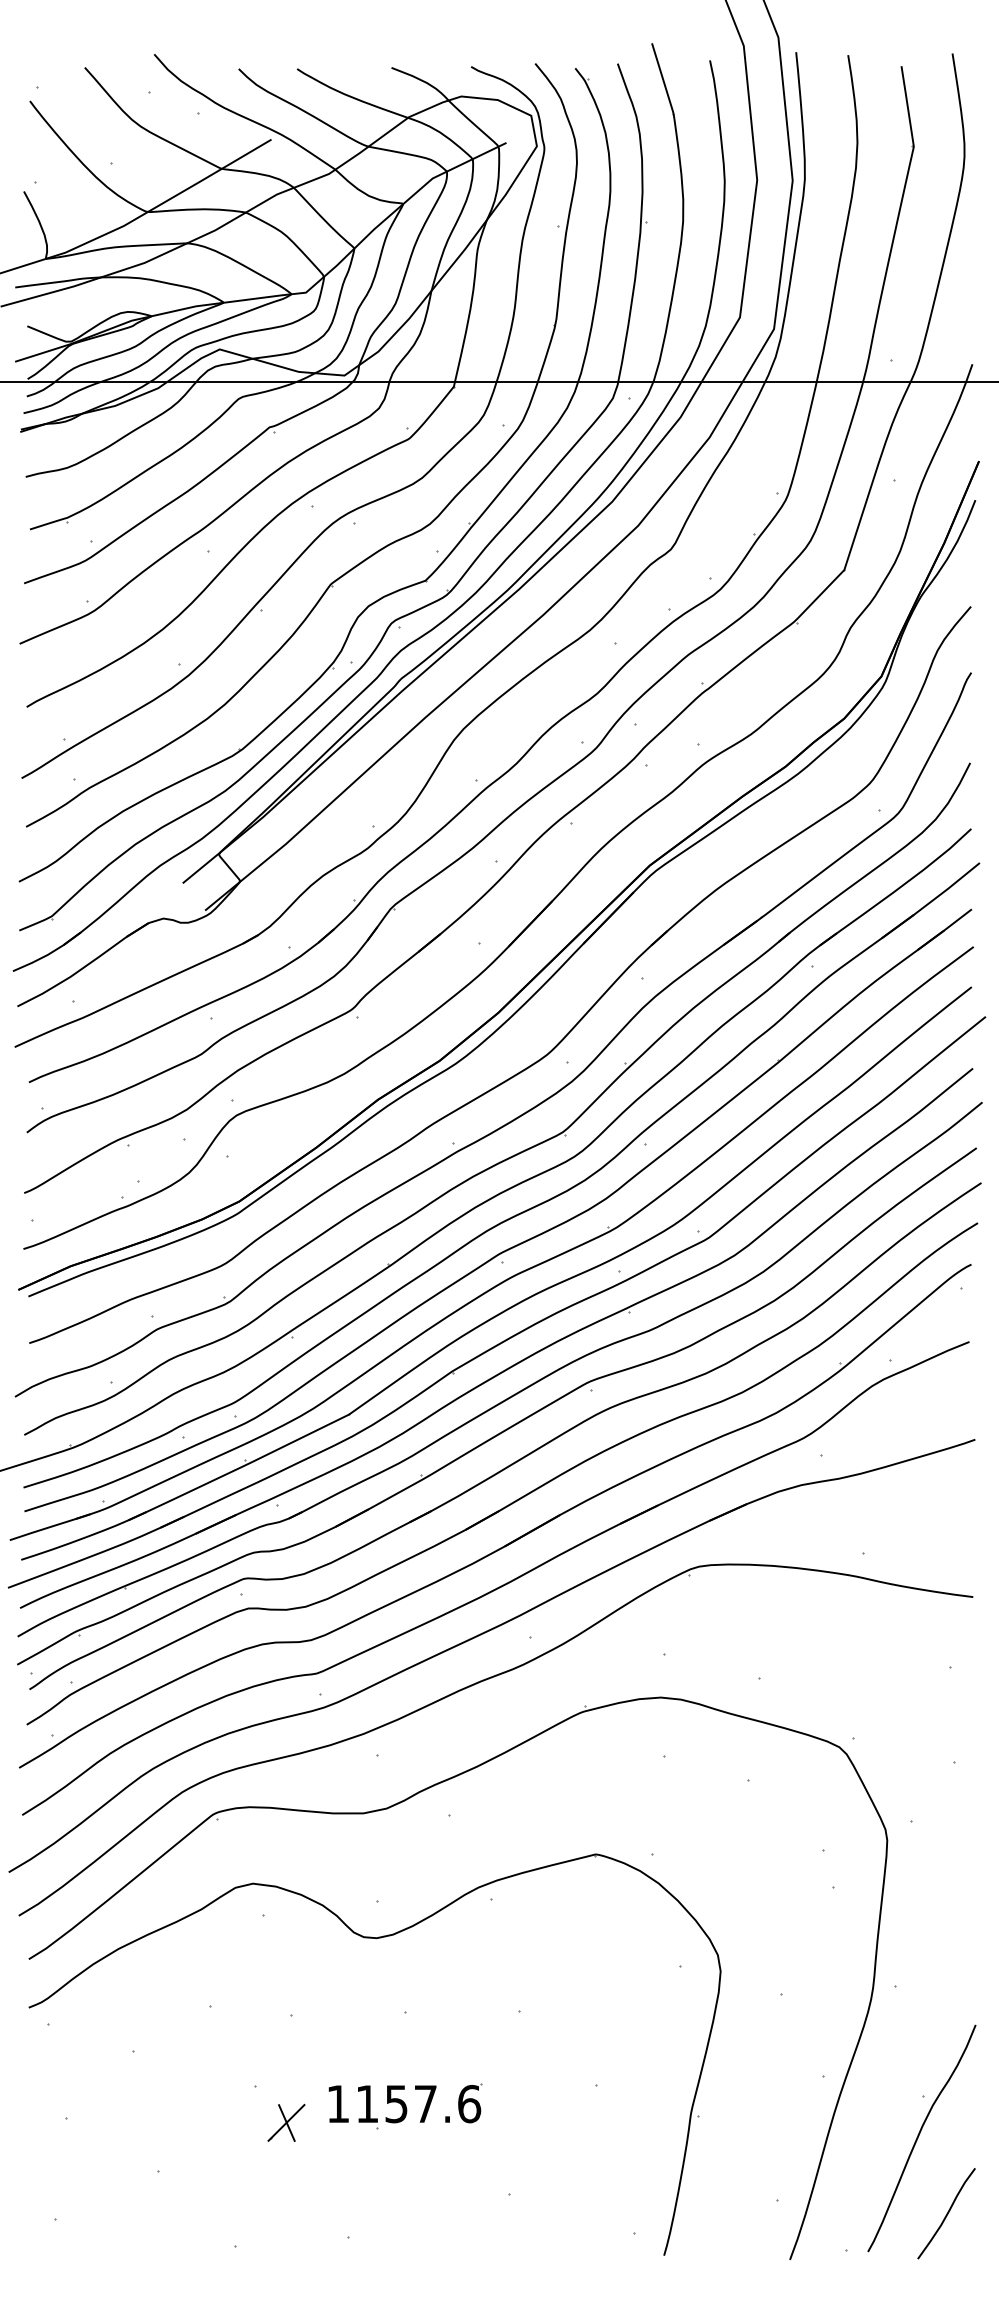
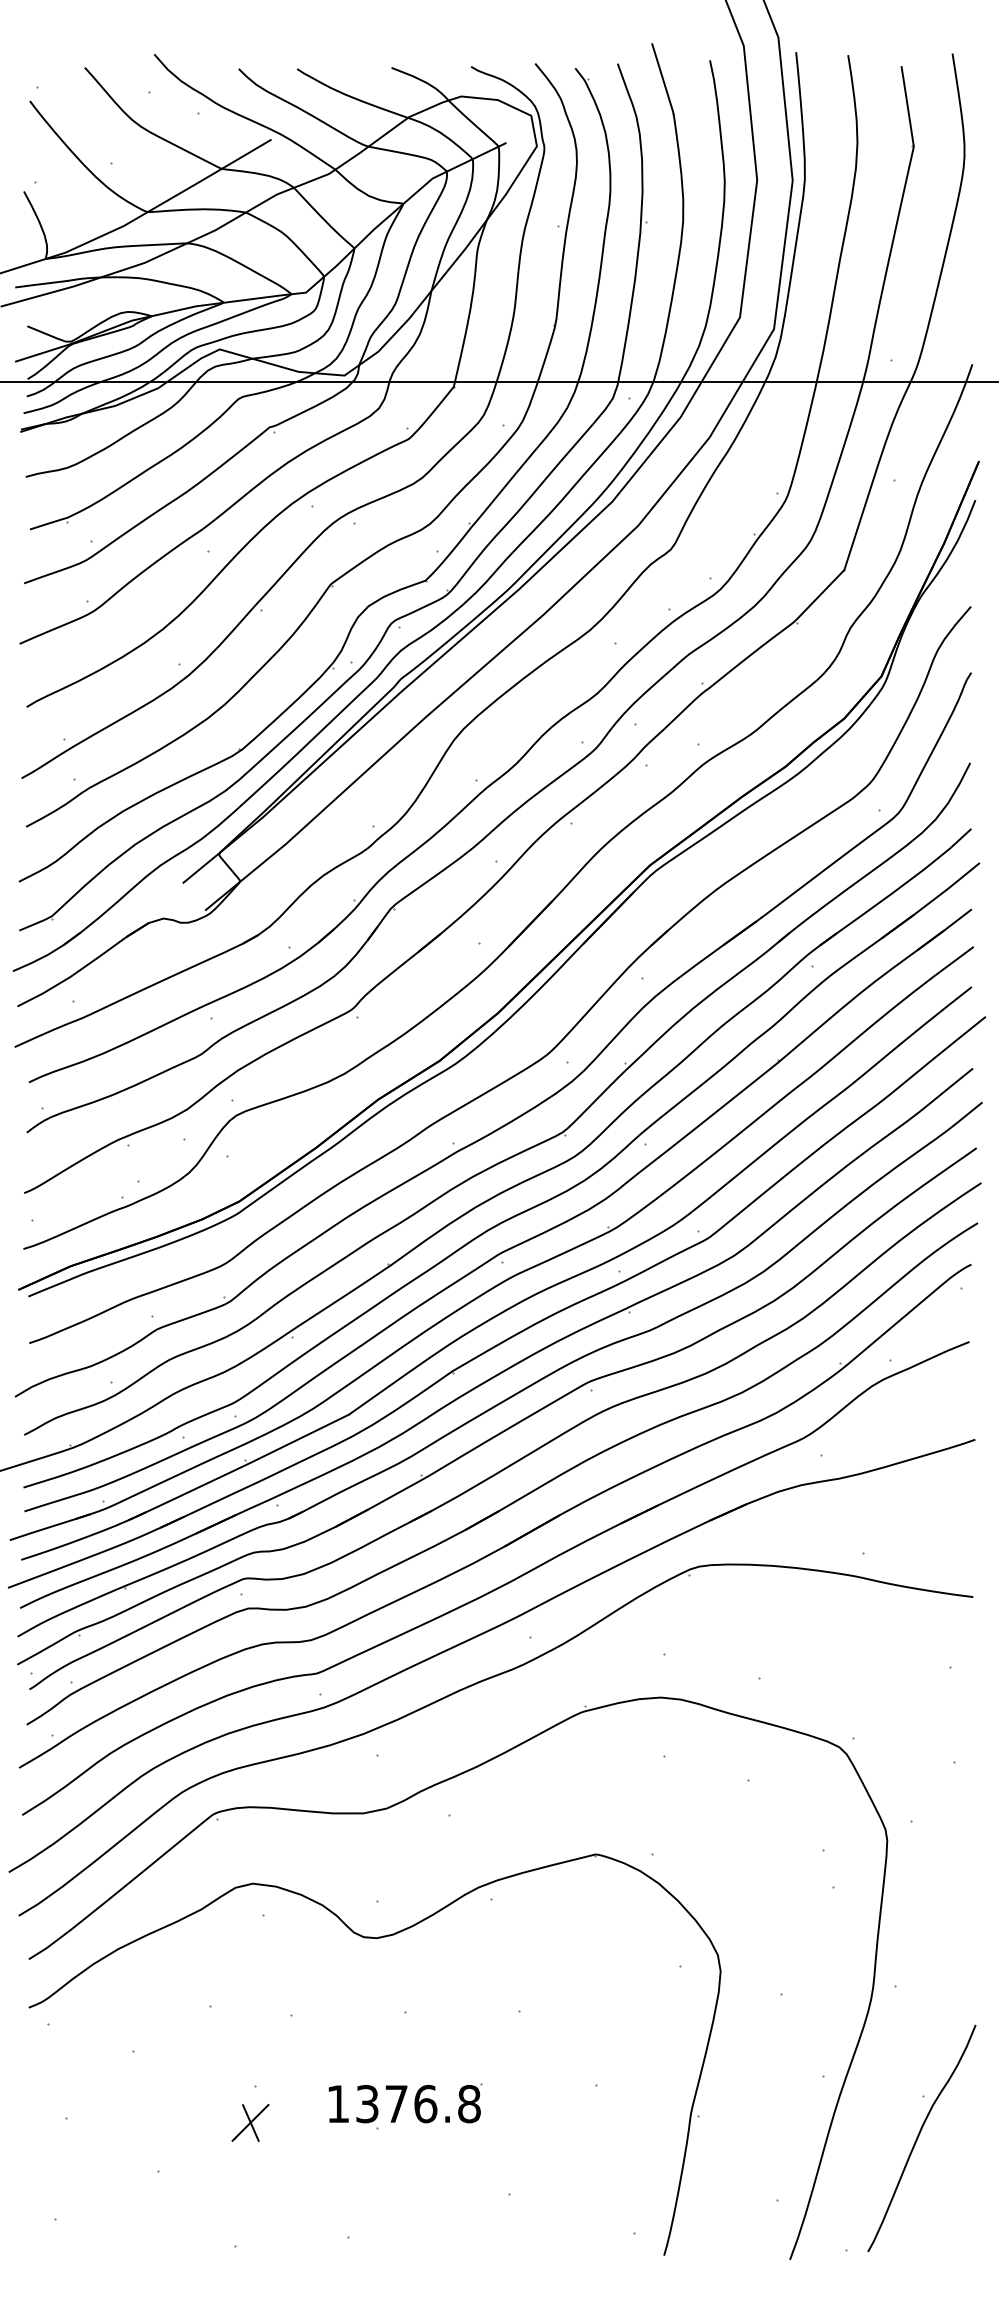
text at (418, 2104): 1157.6 -> 1376.8
part at (286, 2122) position: (286, 2122) -> (250, 2122)
curve at (946, 2213): present -> none
